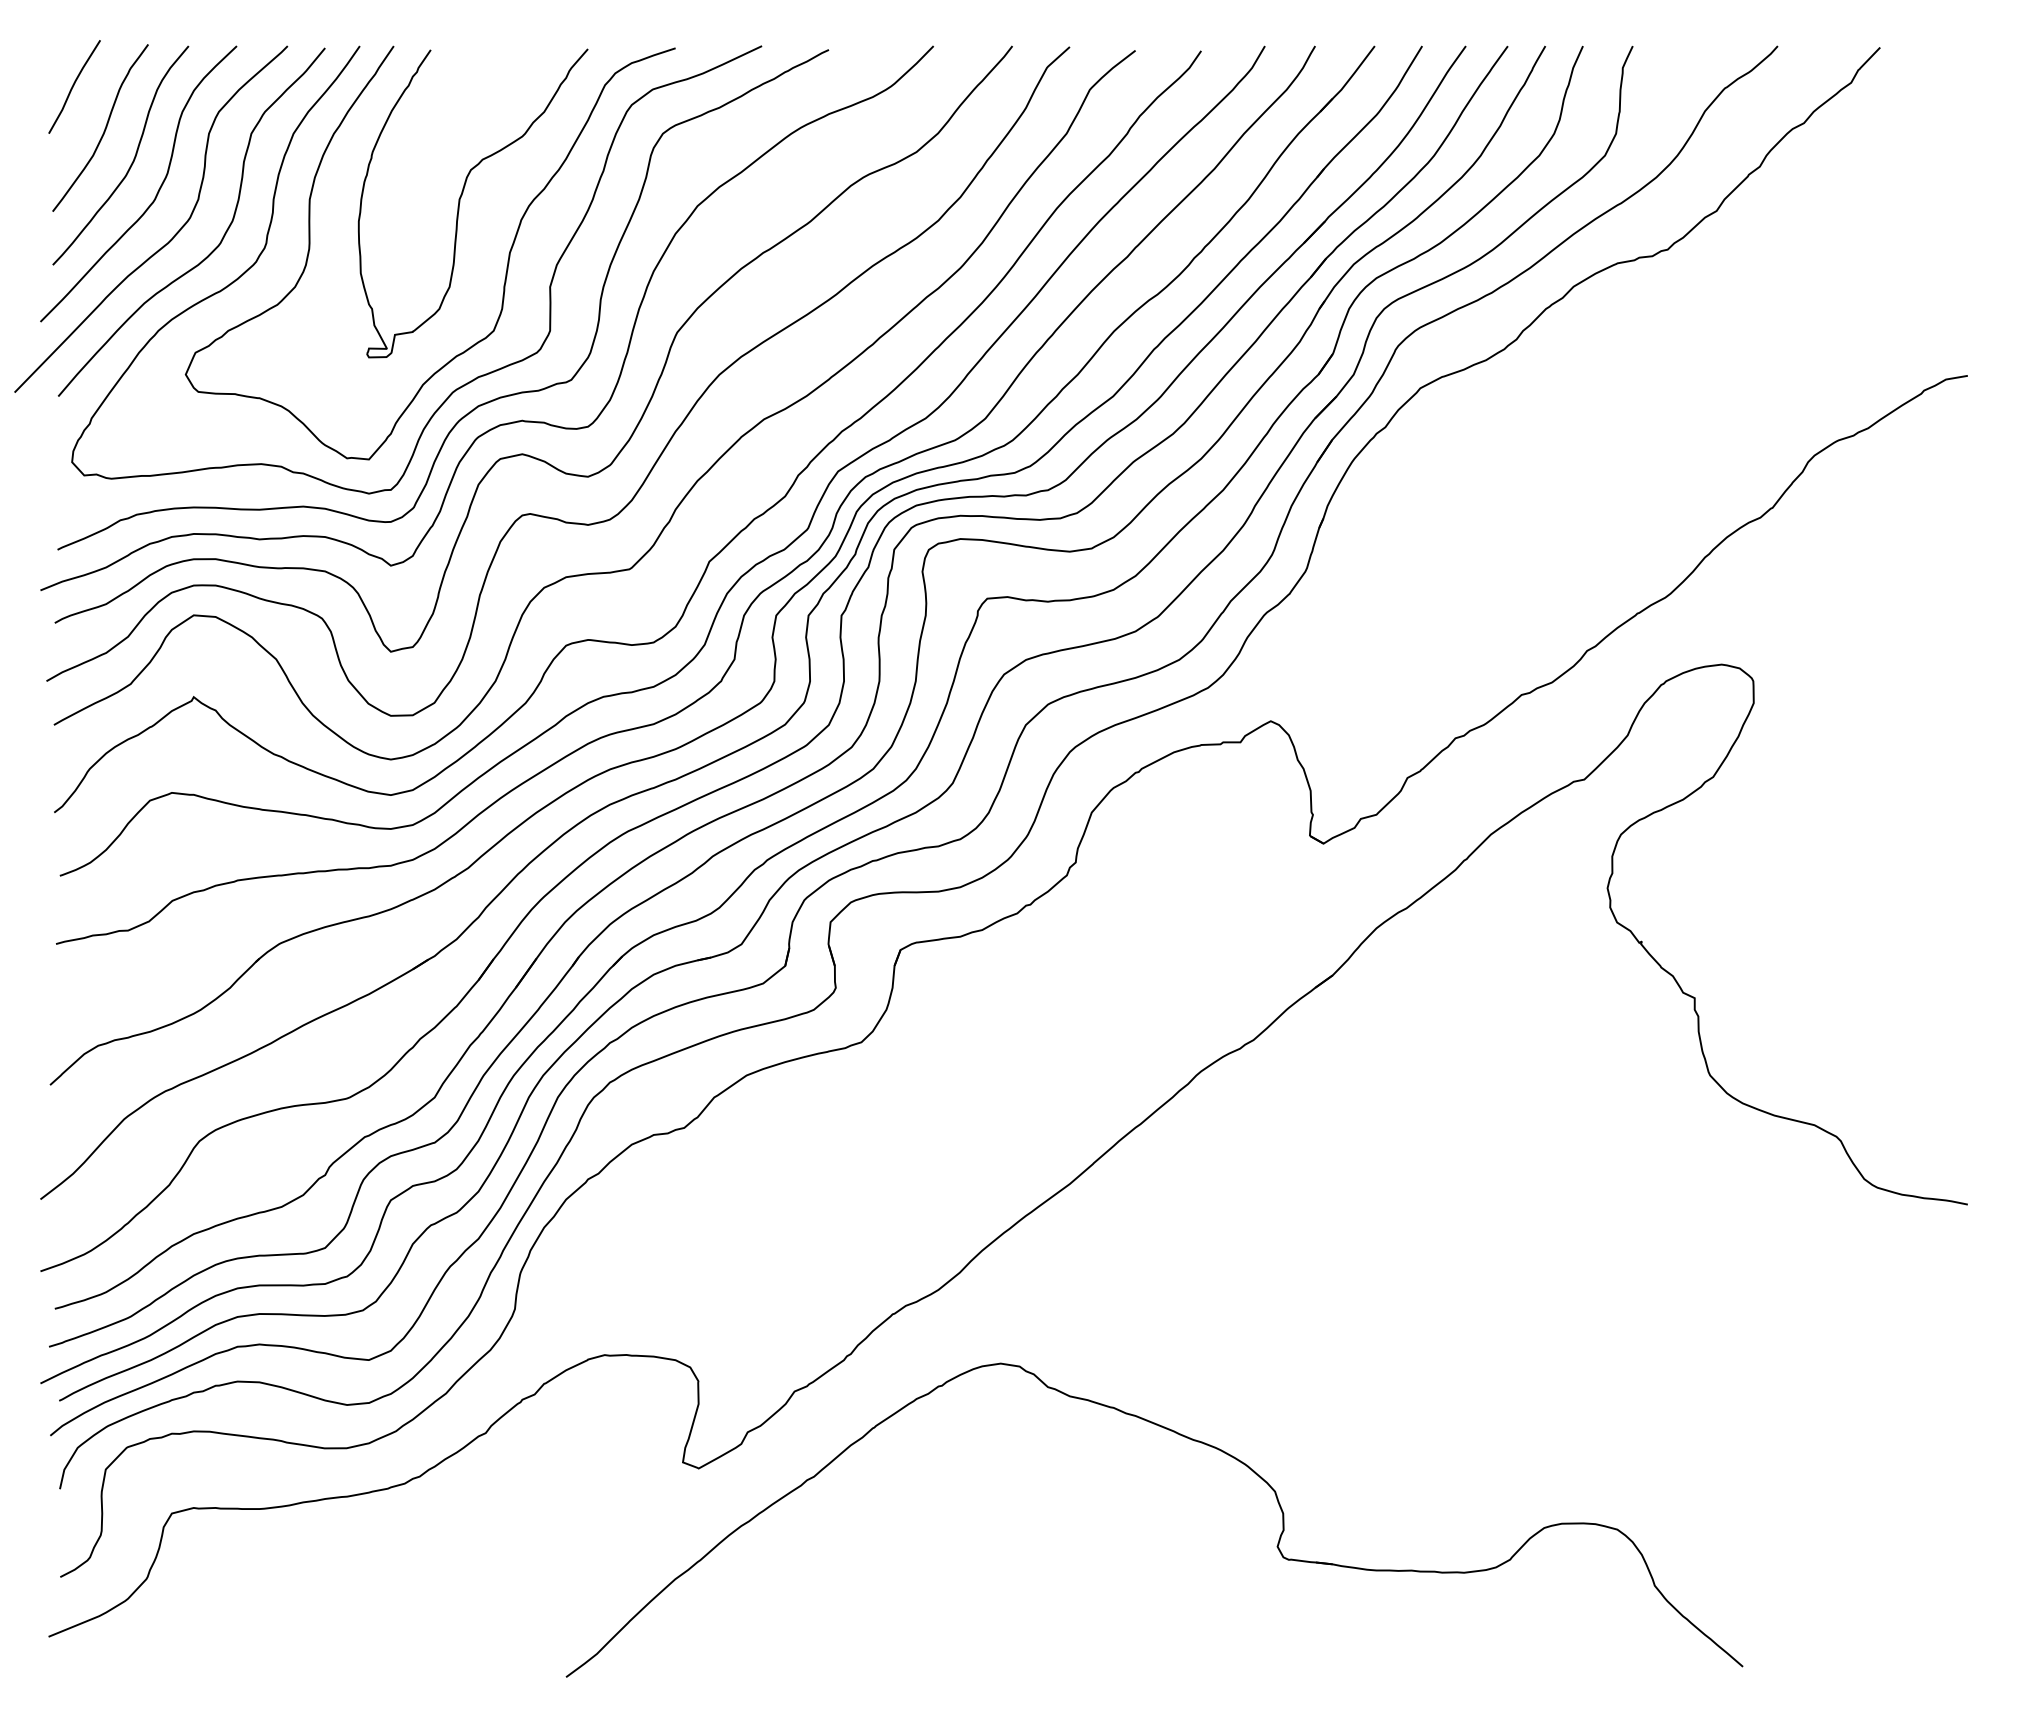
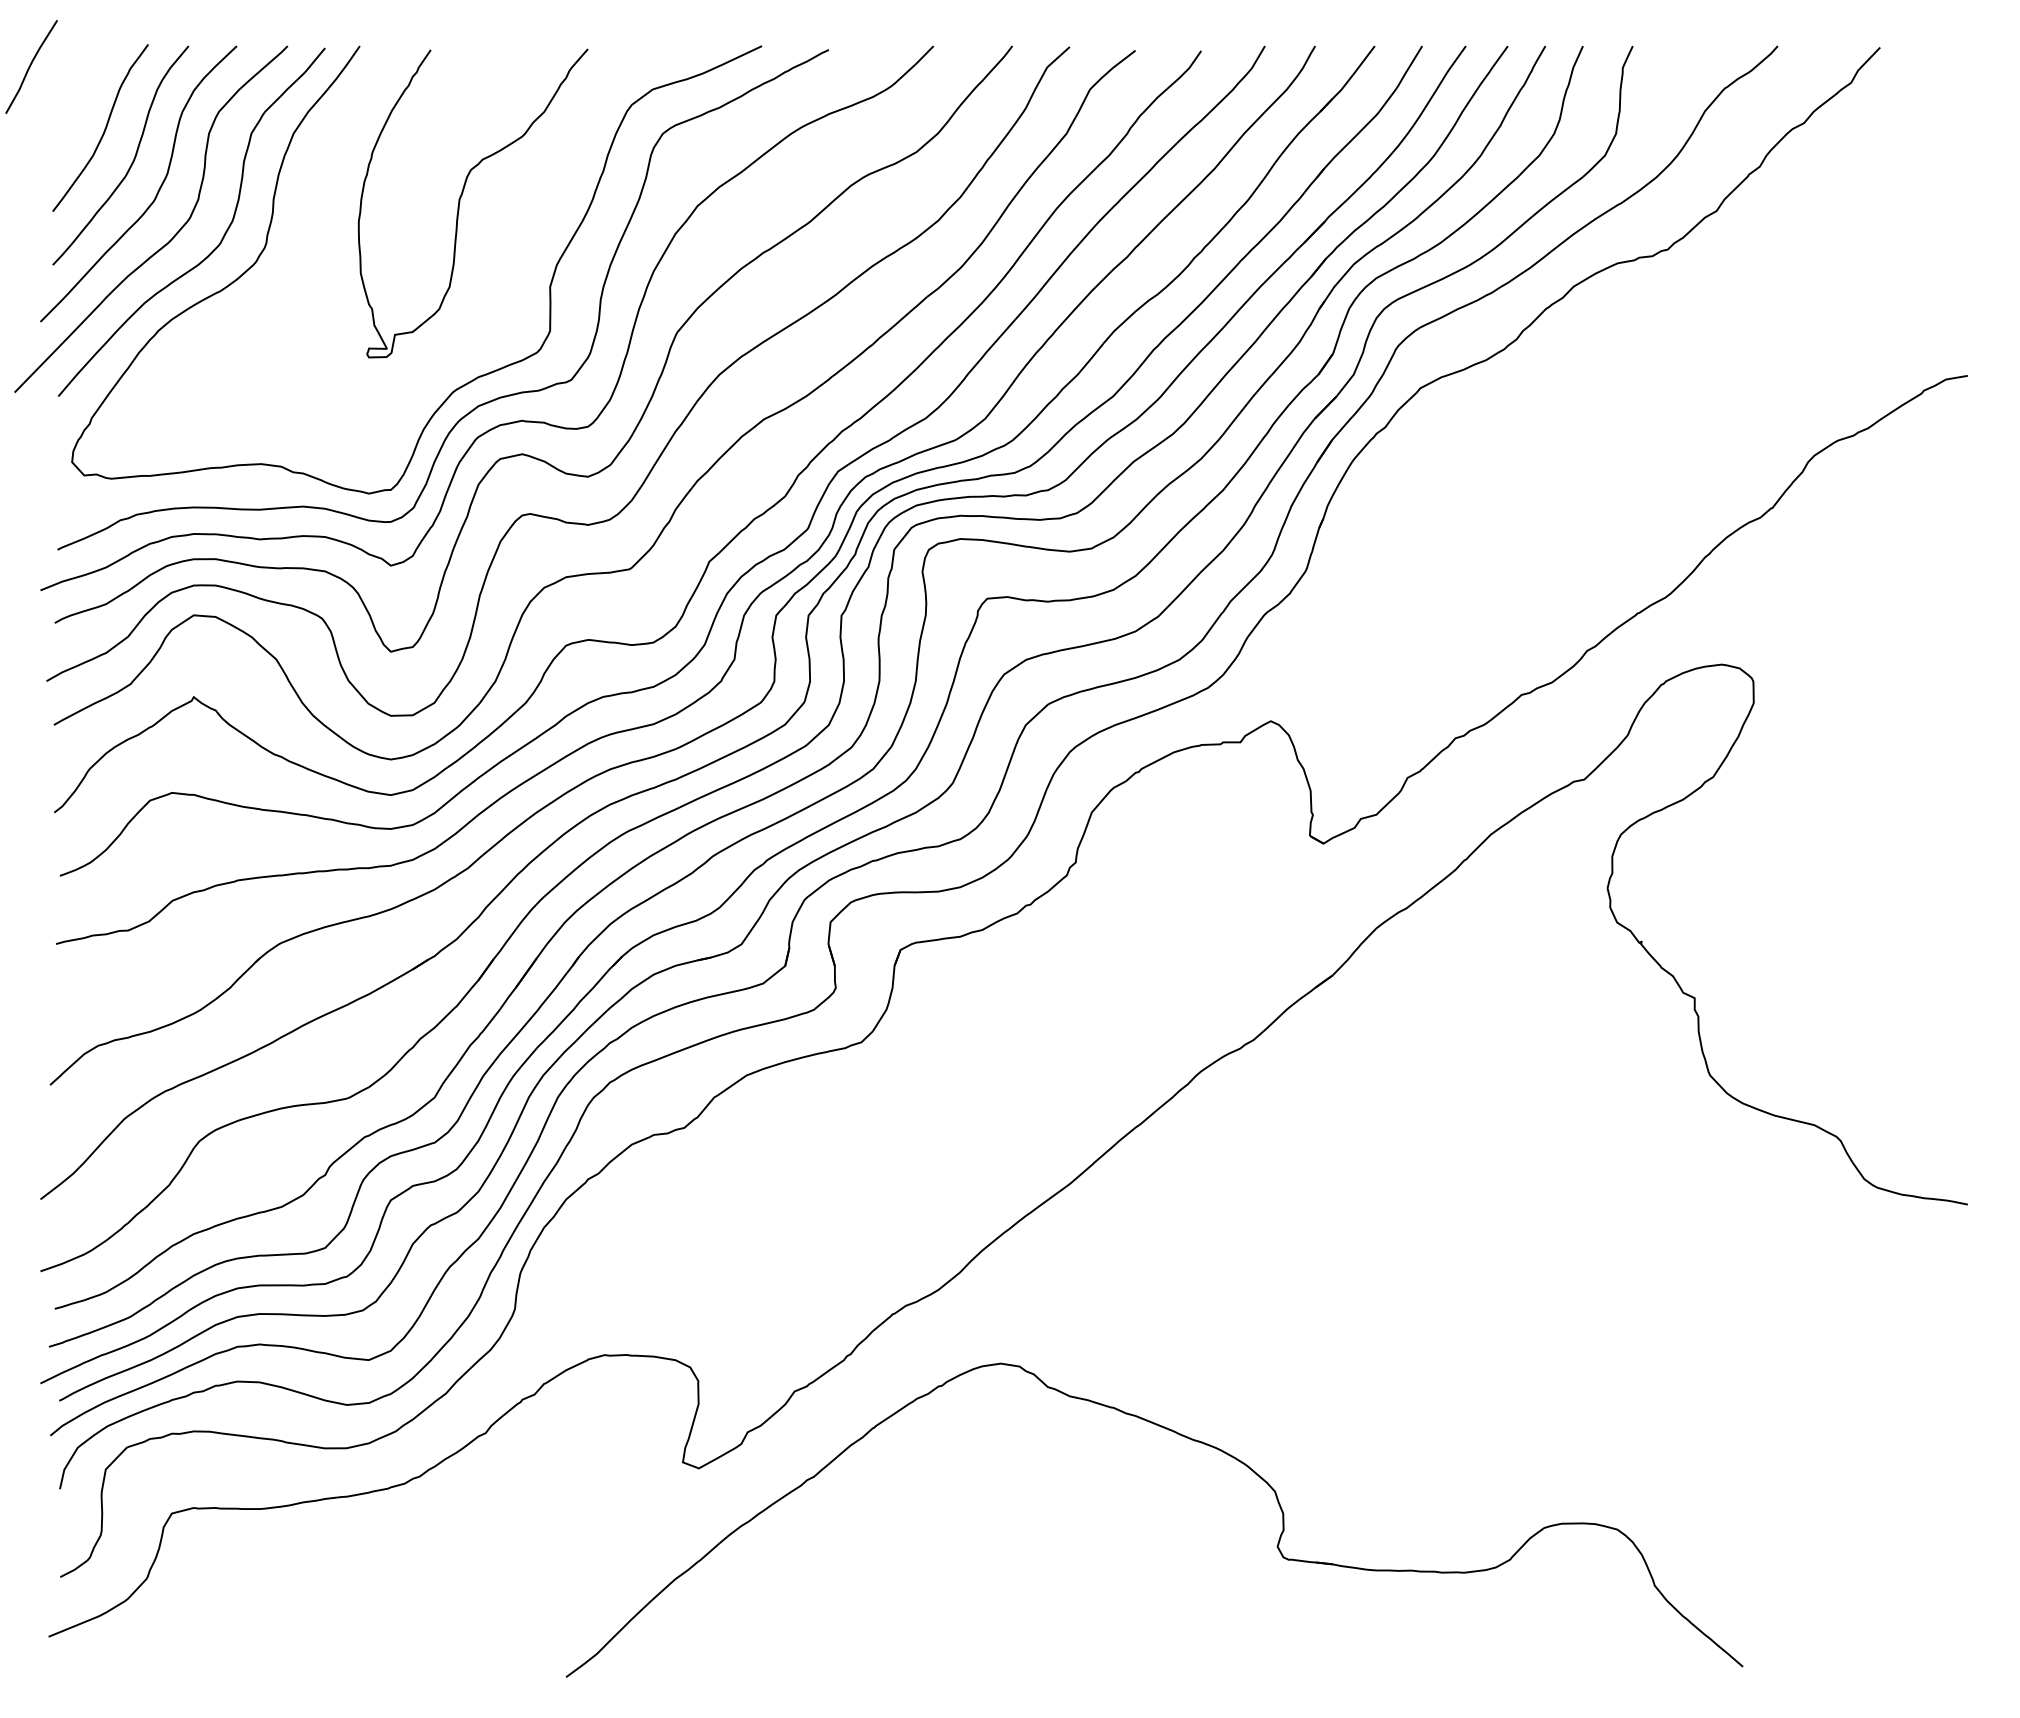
curve at (74, 85) position: (74, 85) -> (31, 65)
curve at (506, 266): present -> none
